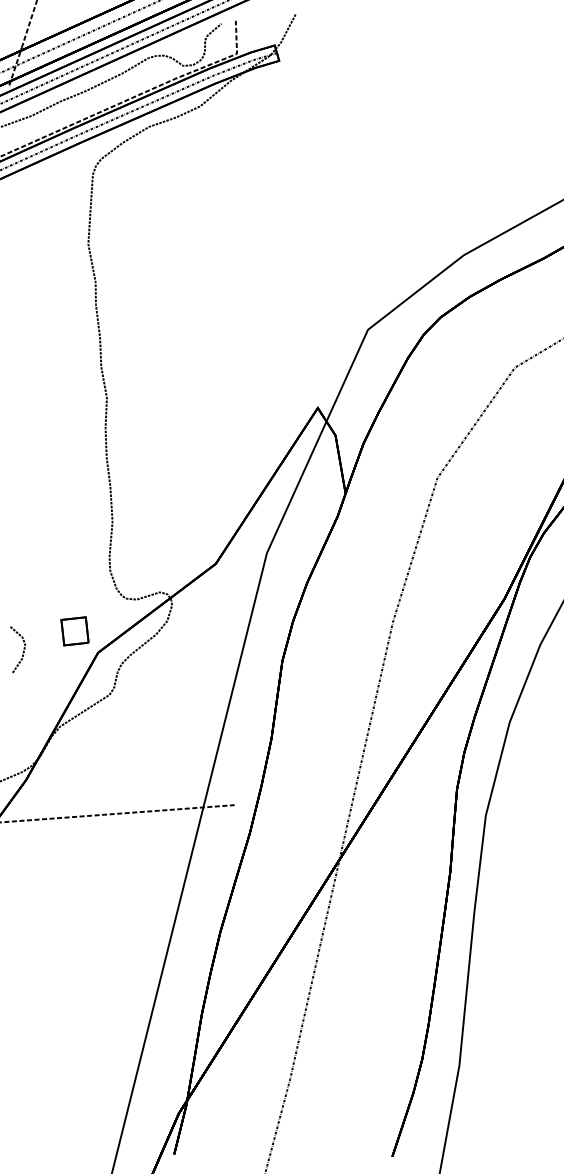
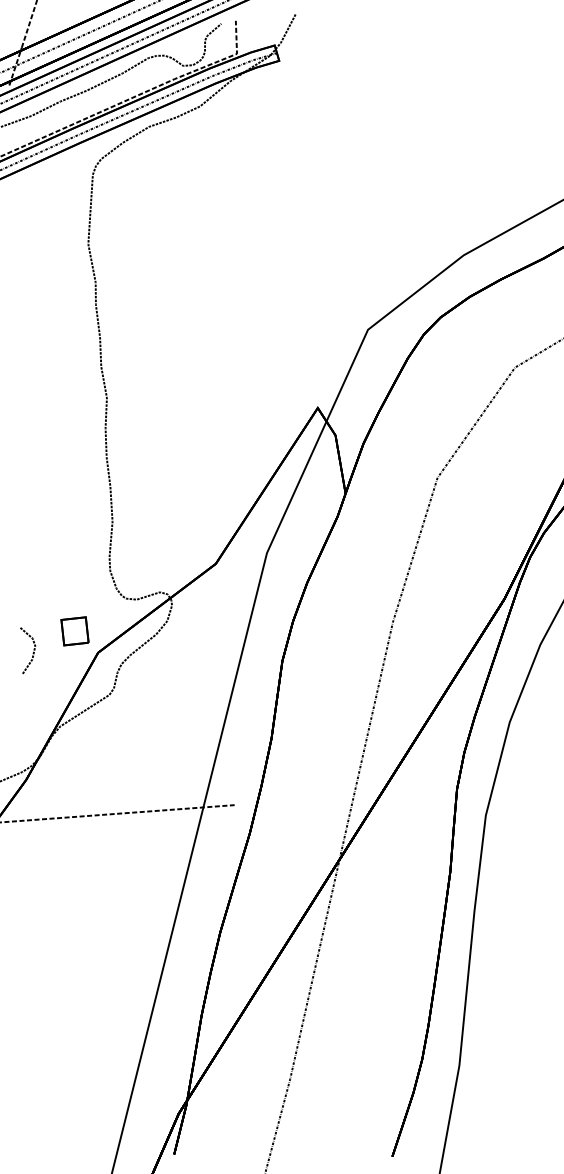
line at (23, 649) position: (23, 649) -> (33, 650)
